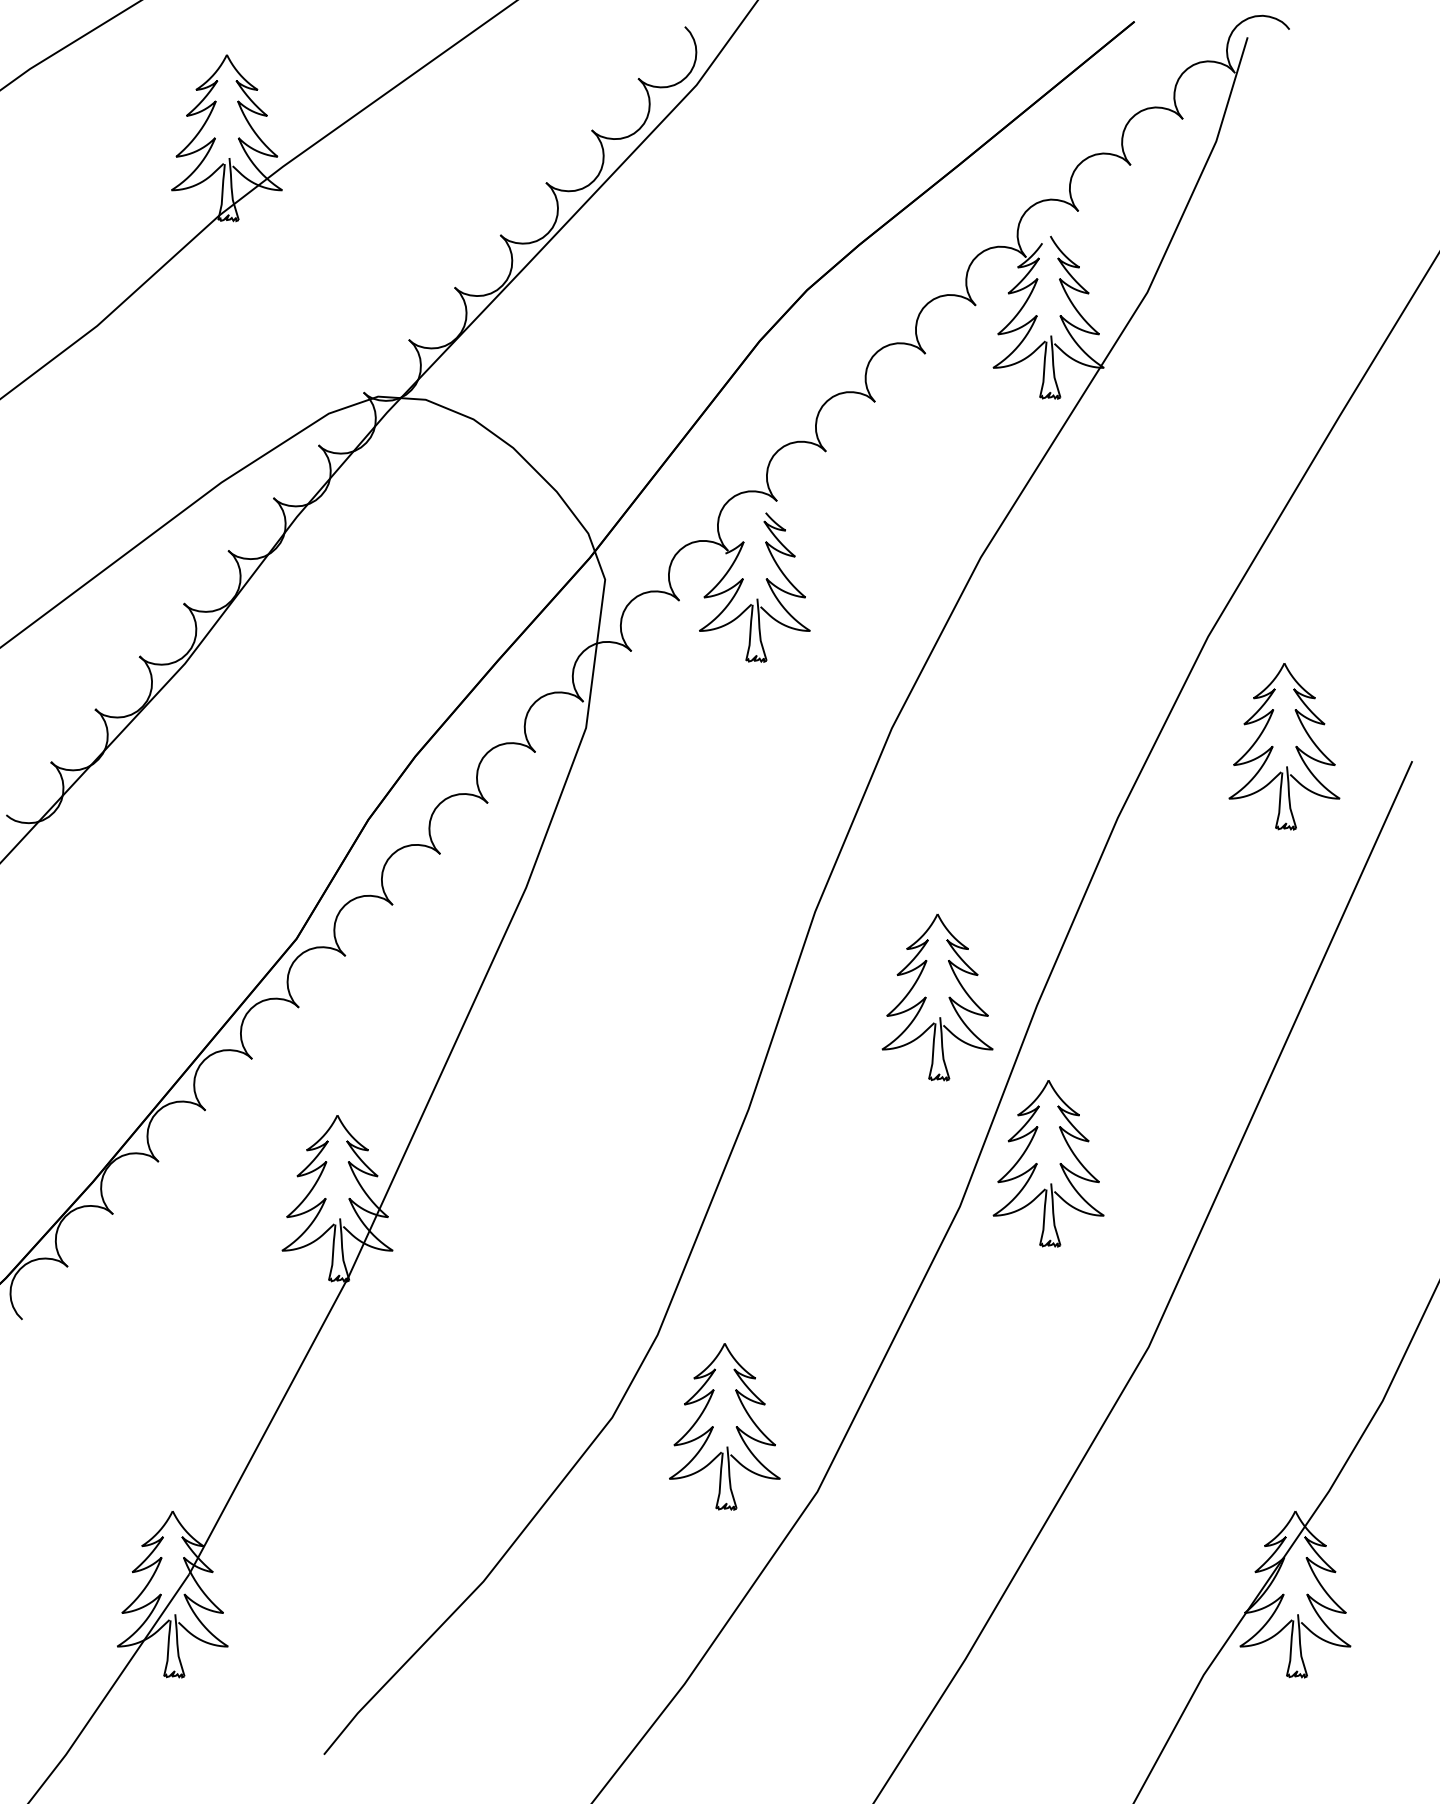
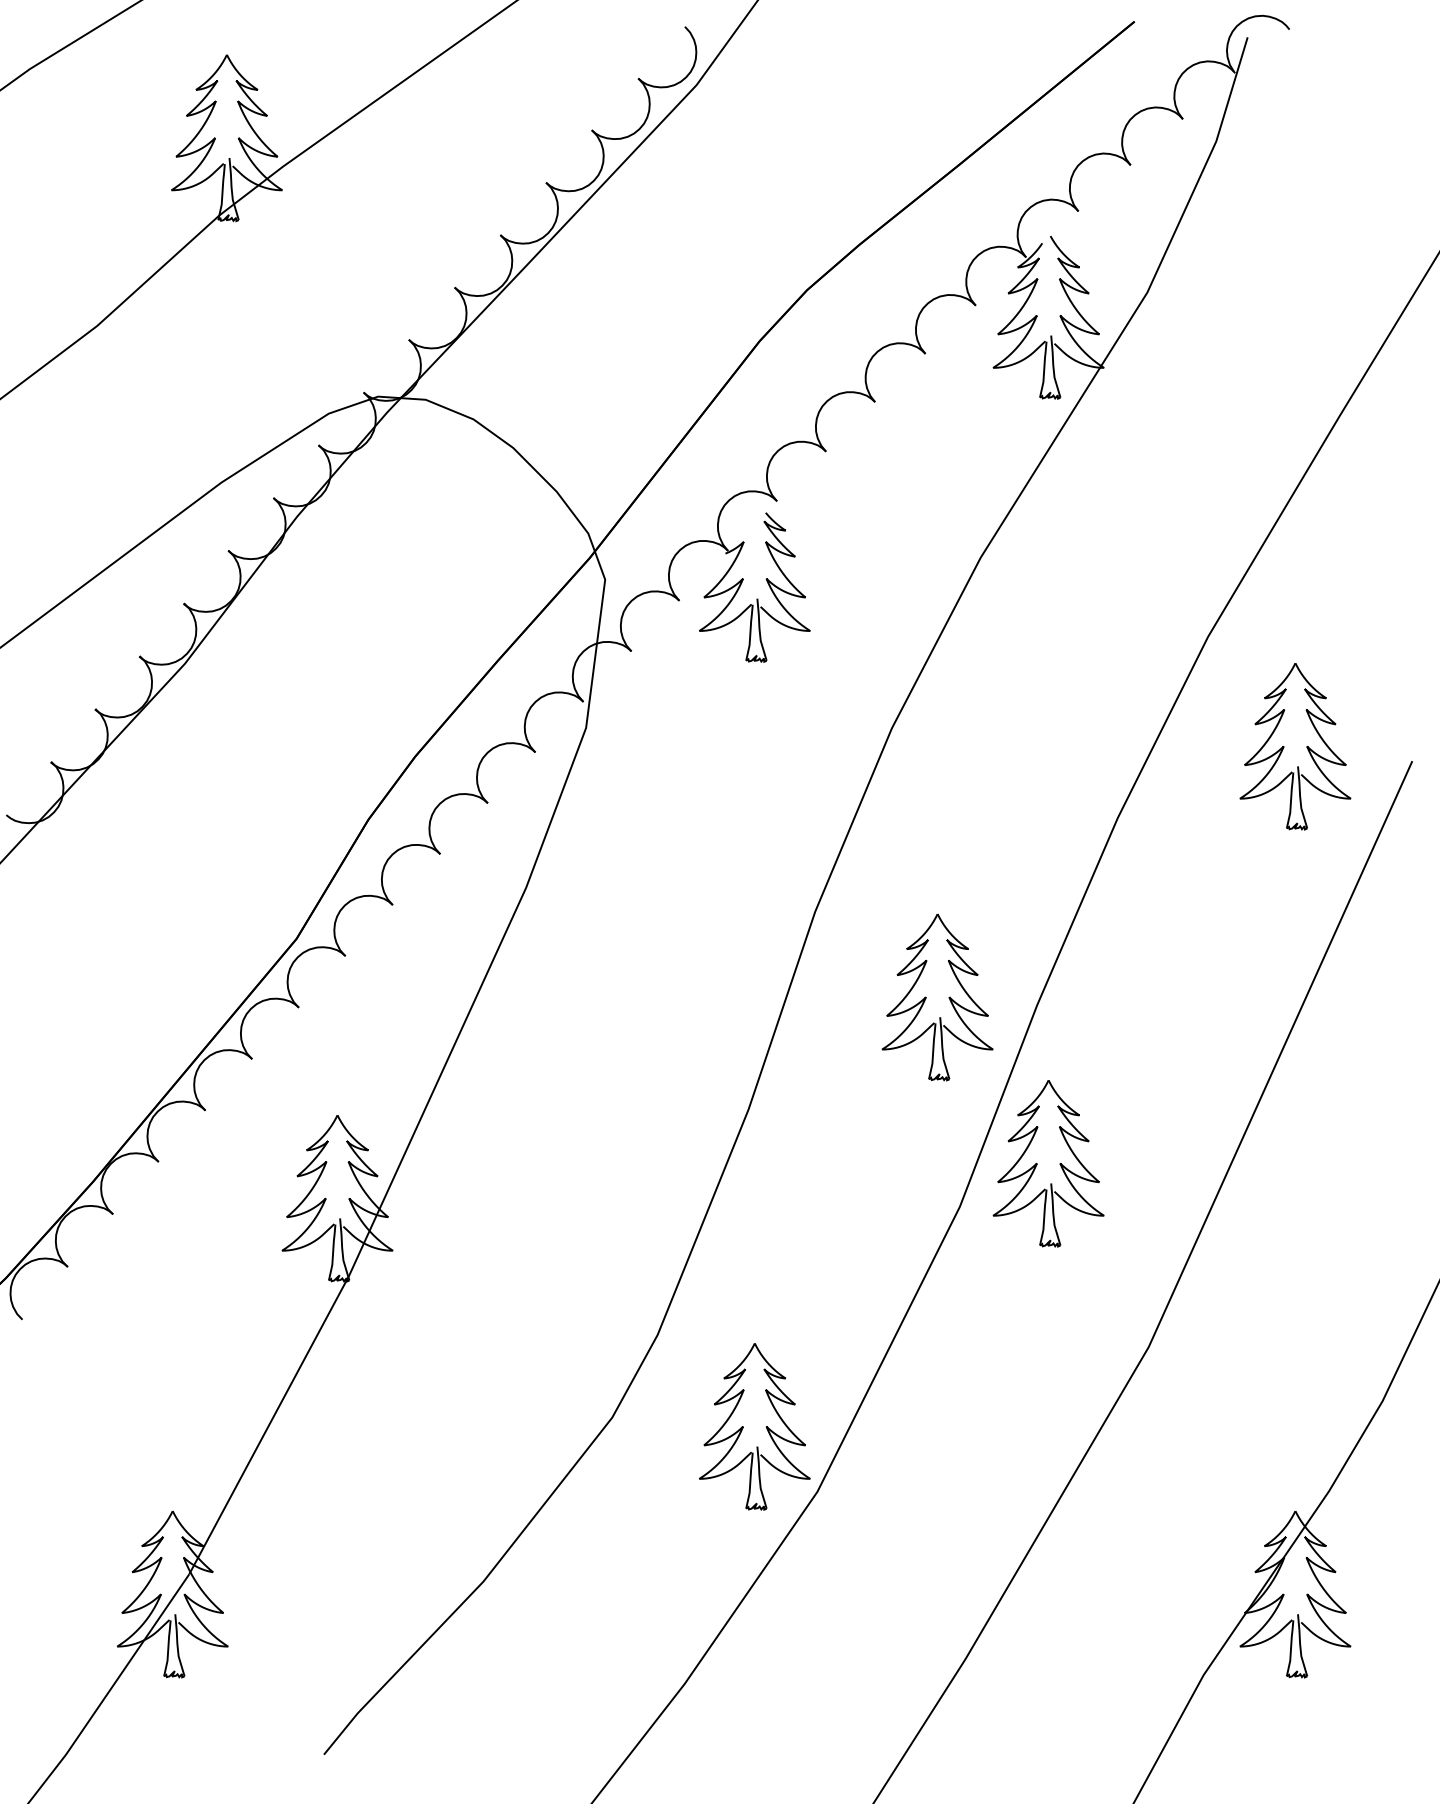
part at (1284, 746) position: (1284, 746) -> (1295, 746)
part at (724, 1426) position: (724, 1426) -> (754, 1426)
